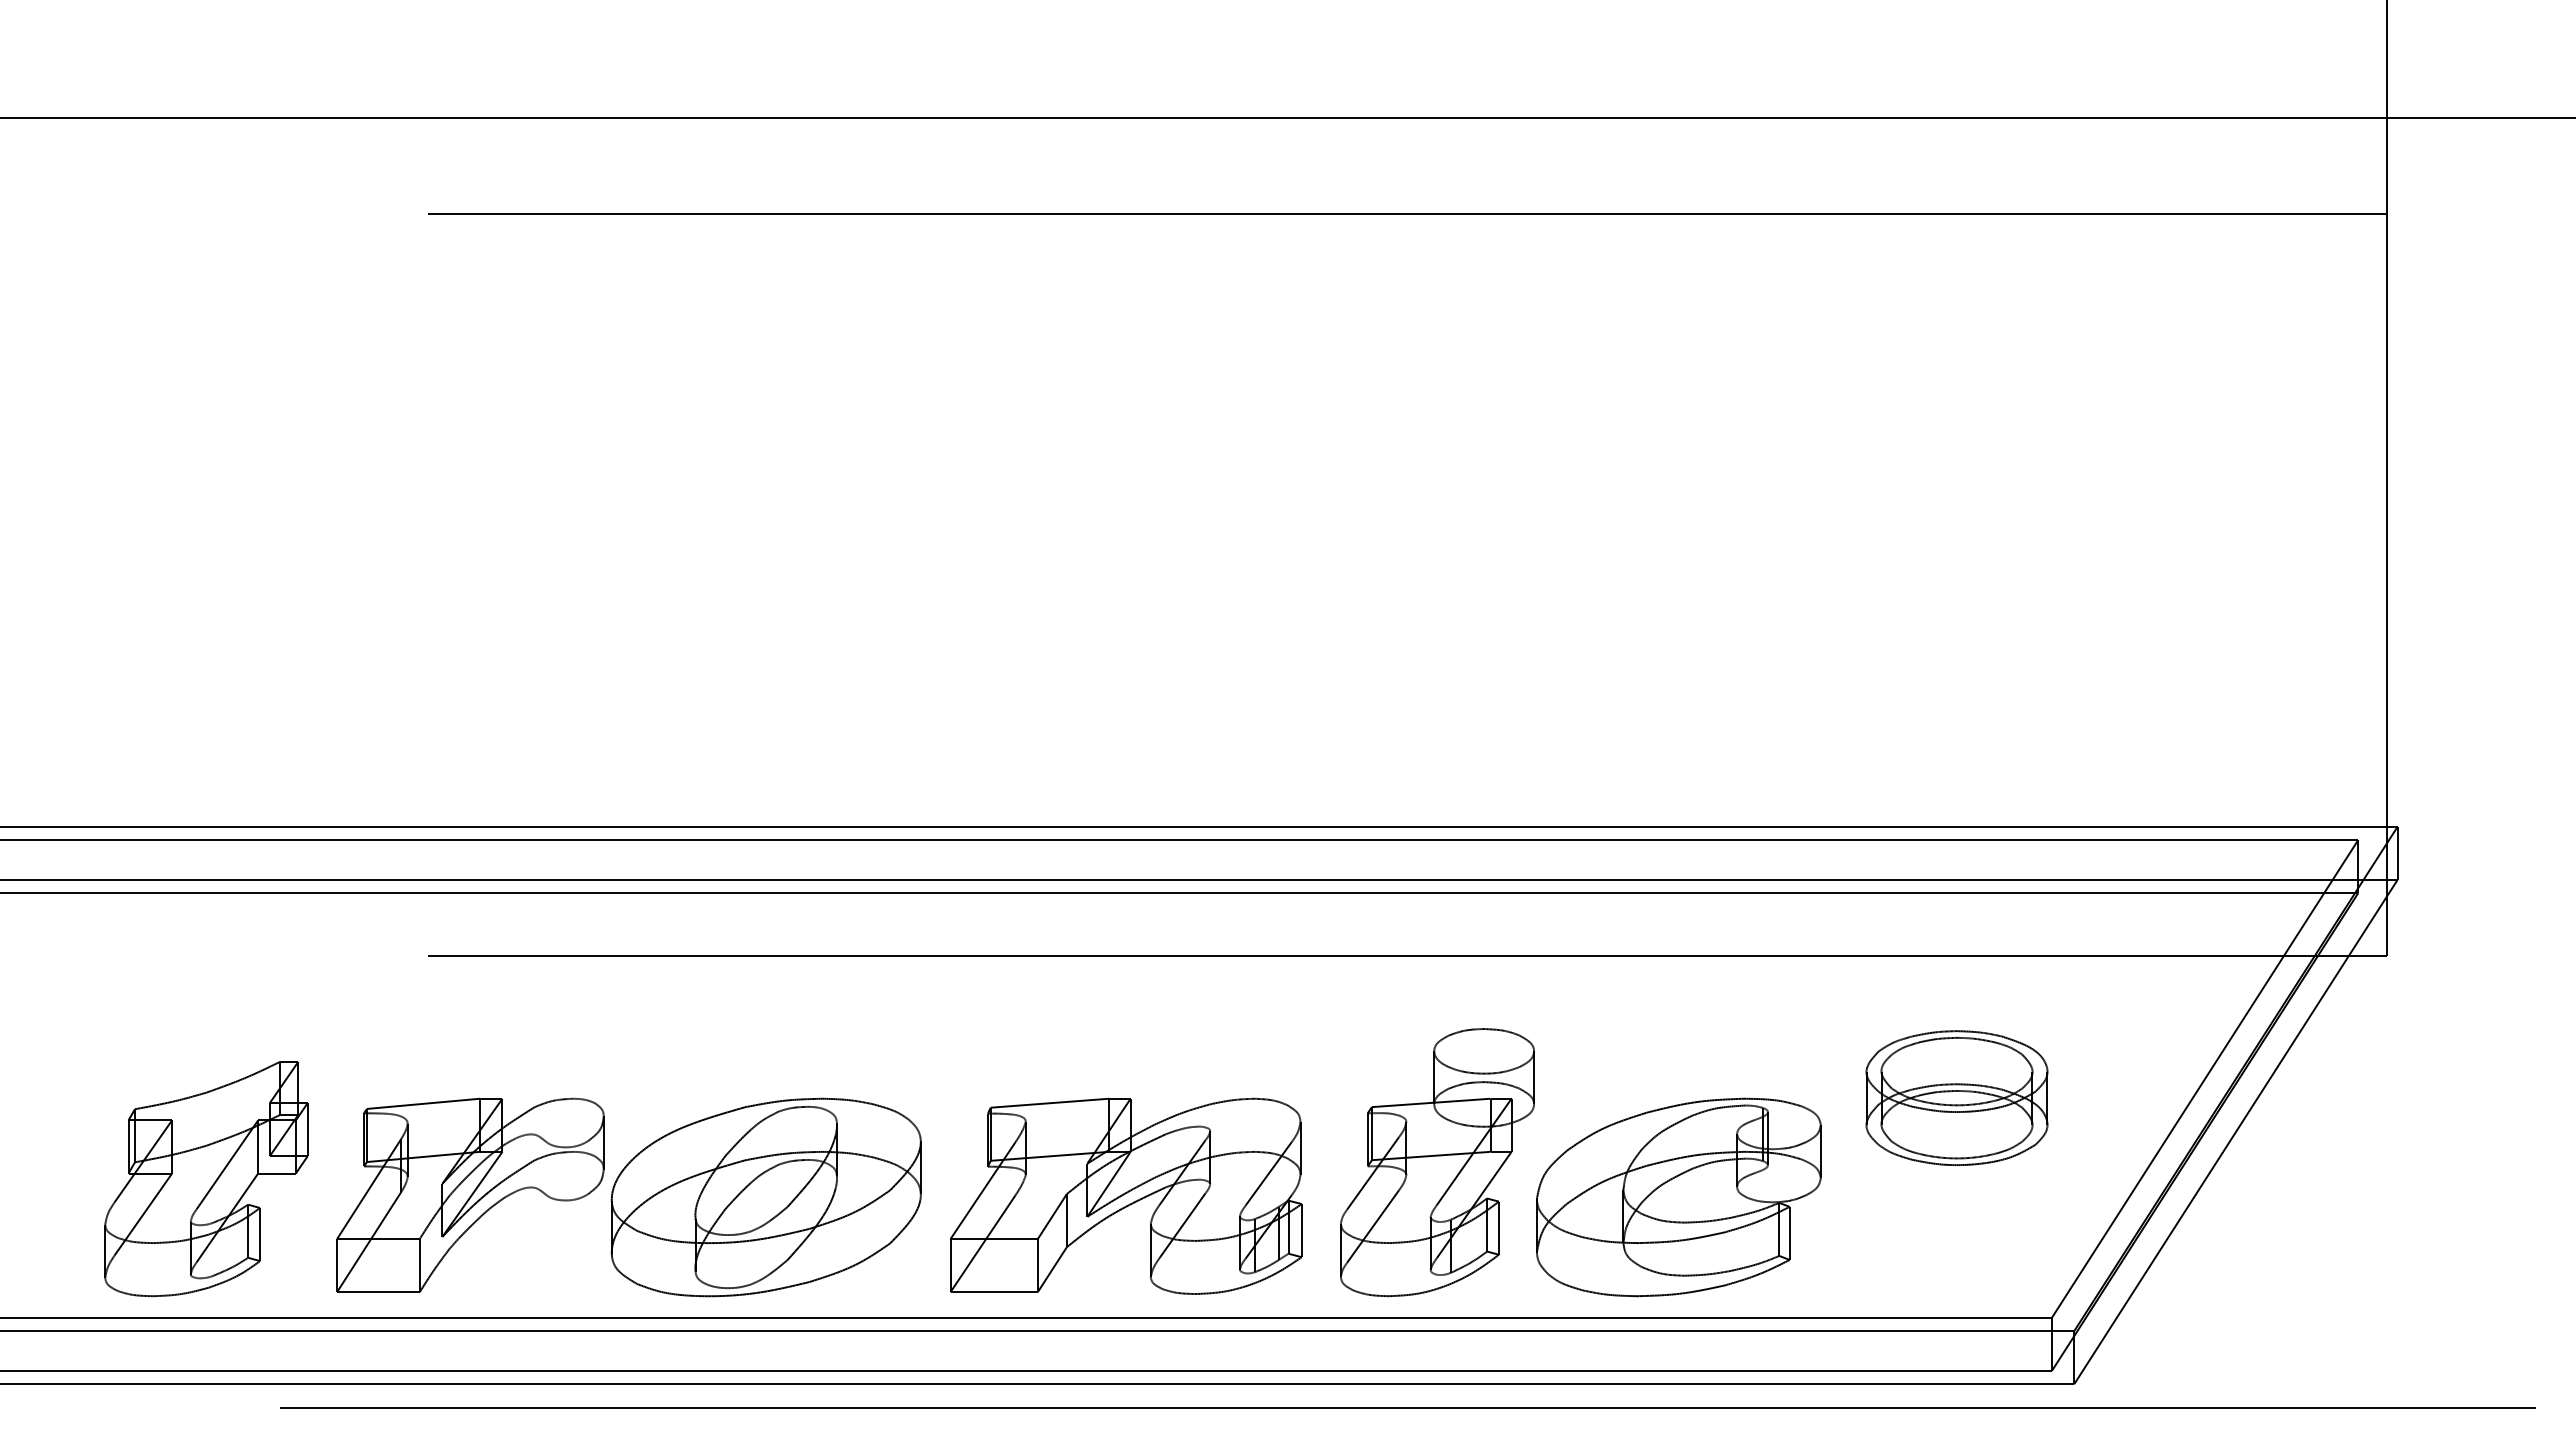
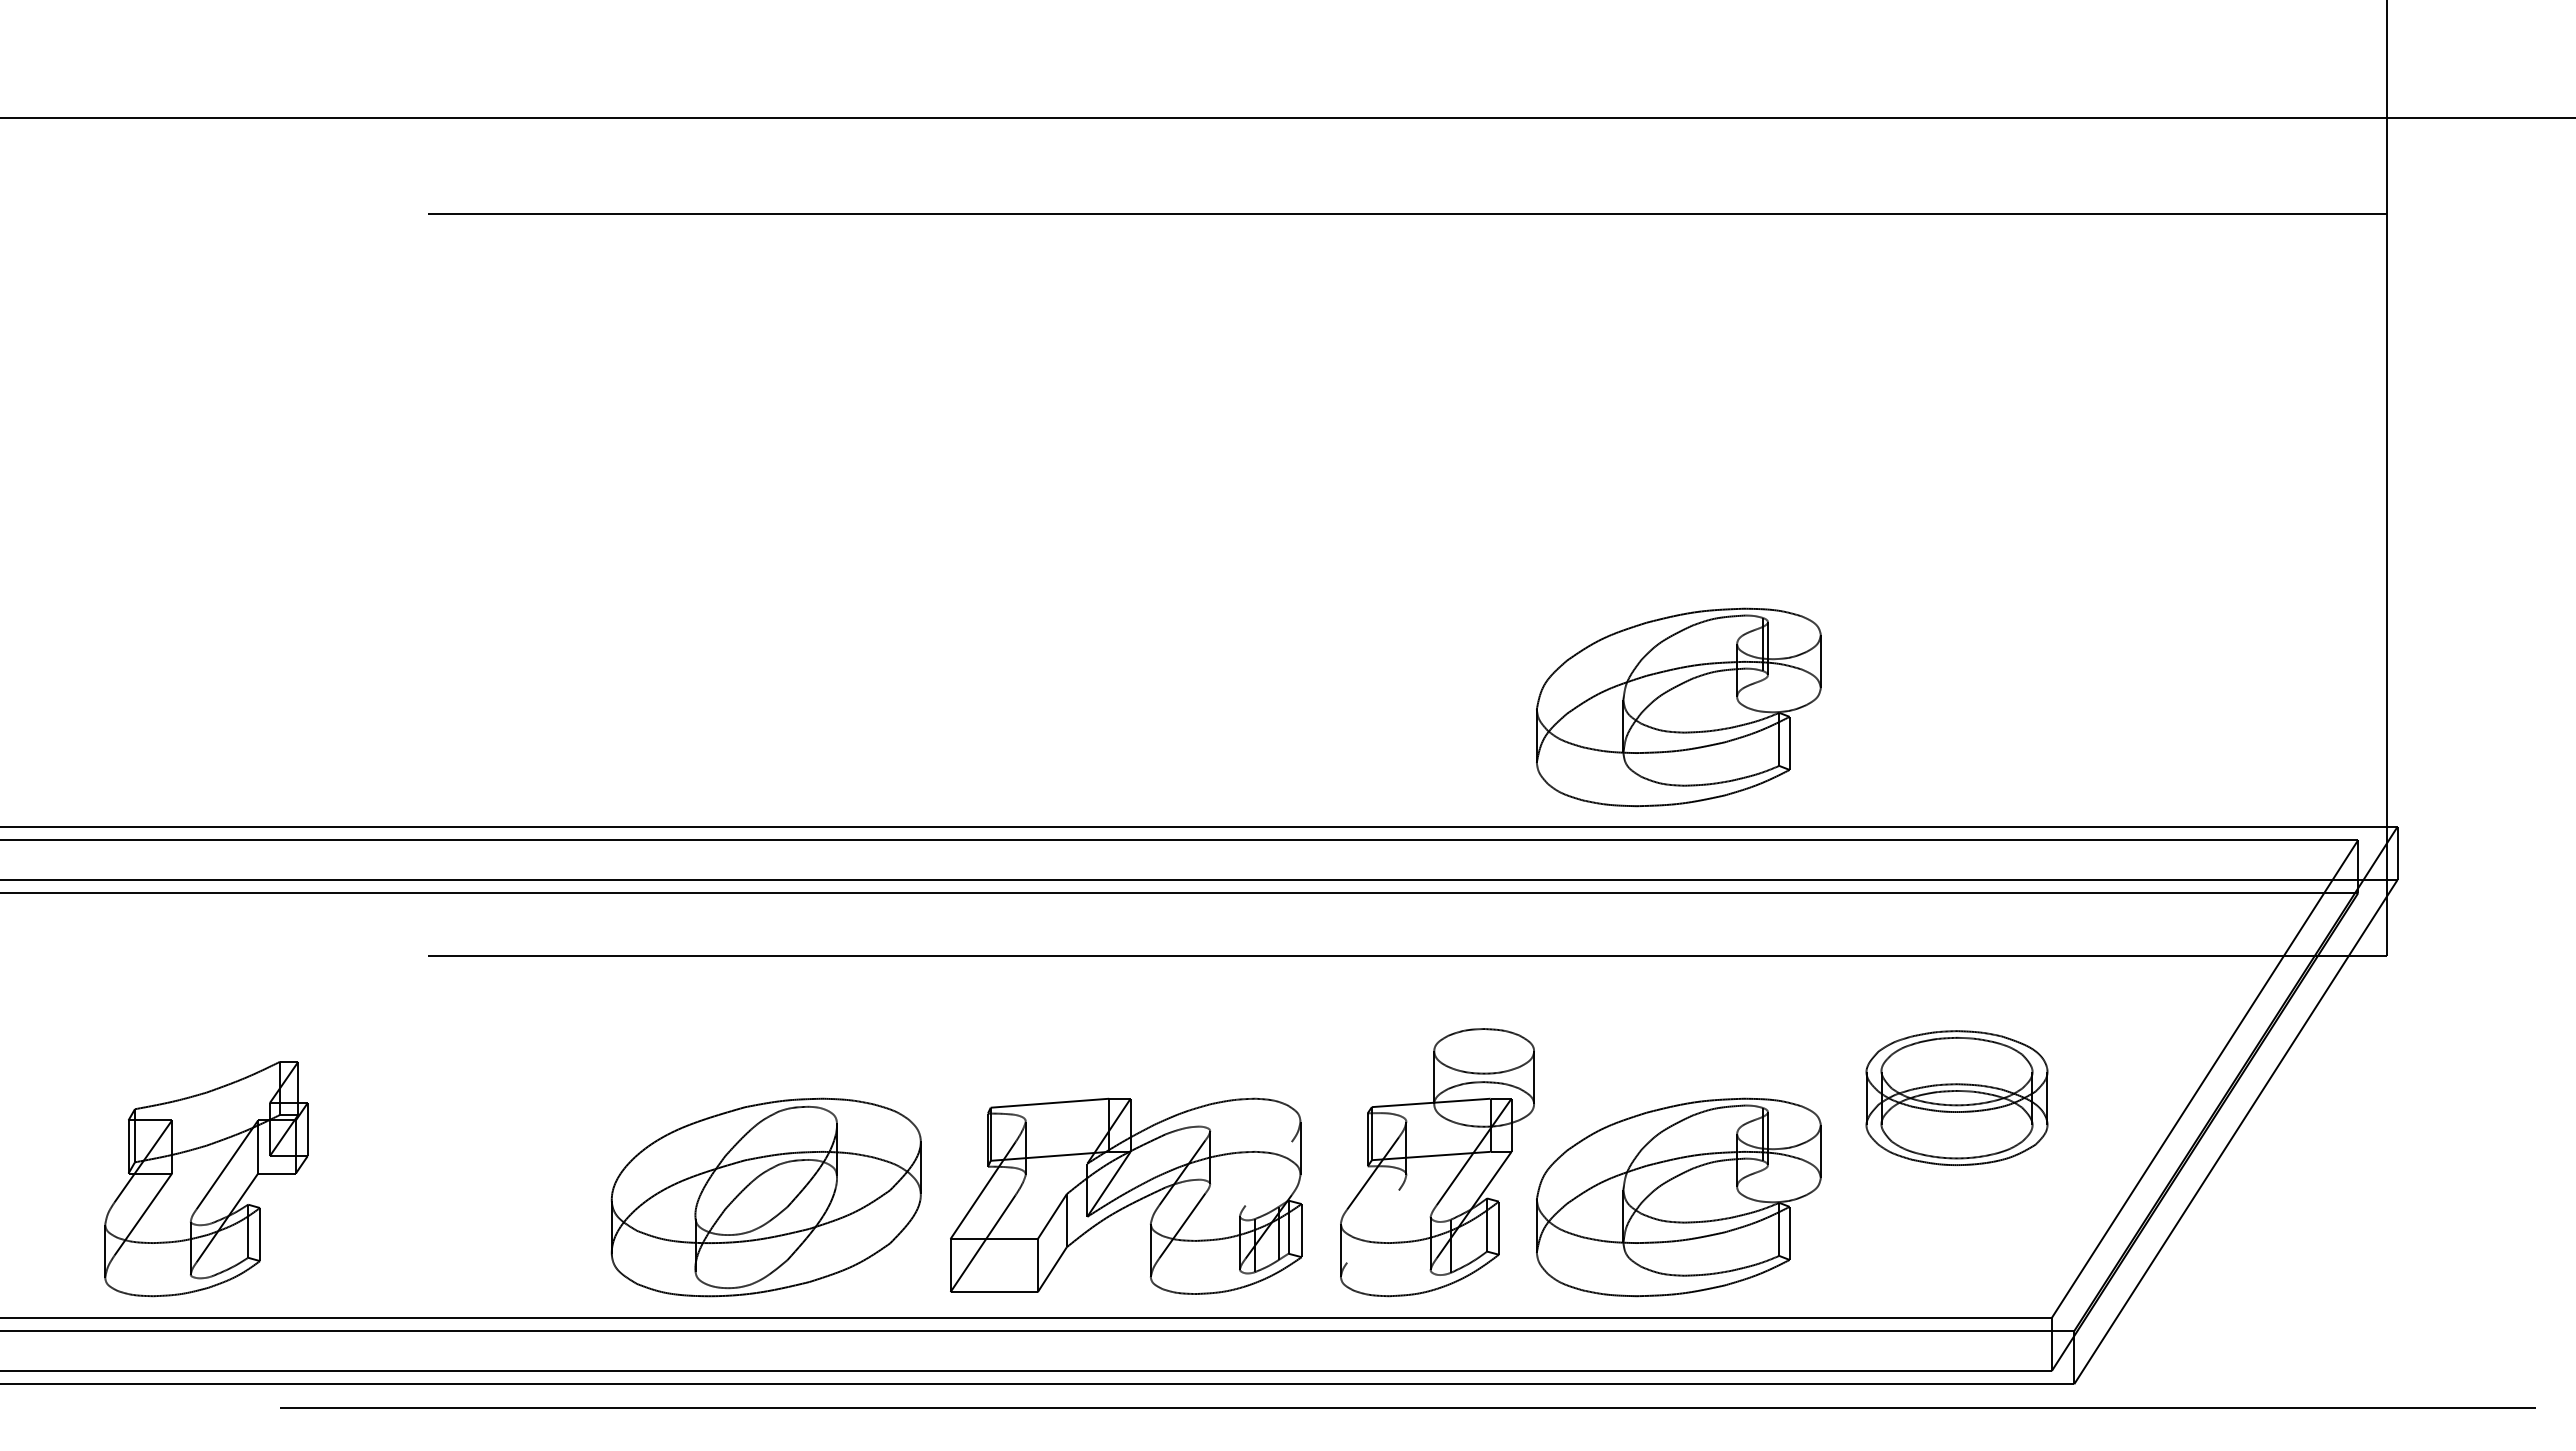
part at (1678, 707): none -> present
line at (1268, 1173): present -> none
part at (470, 1194): present -> none
line at (1372, 1226): present -> none
